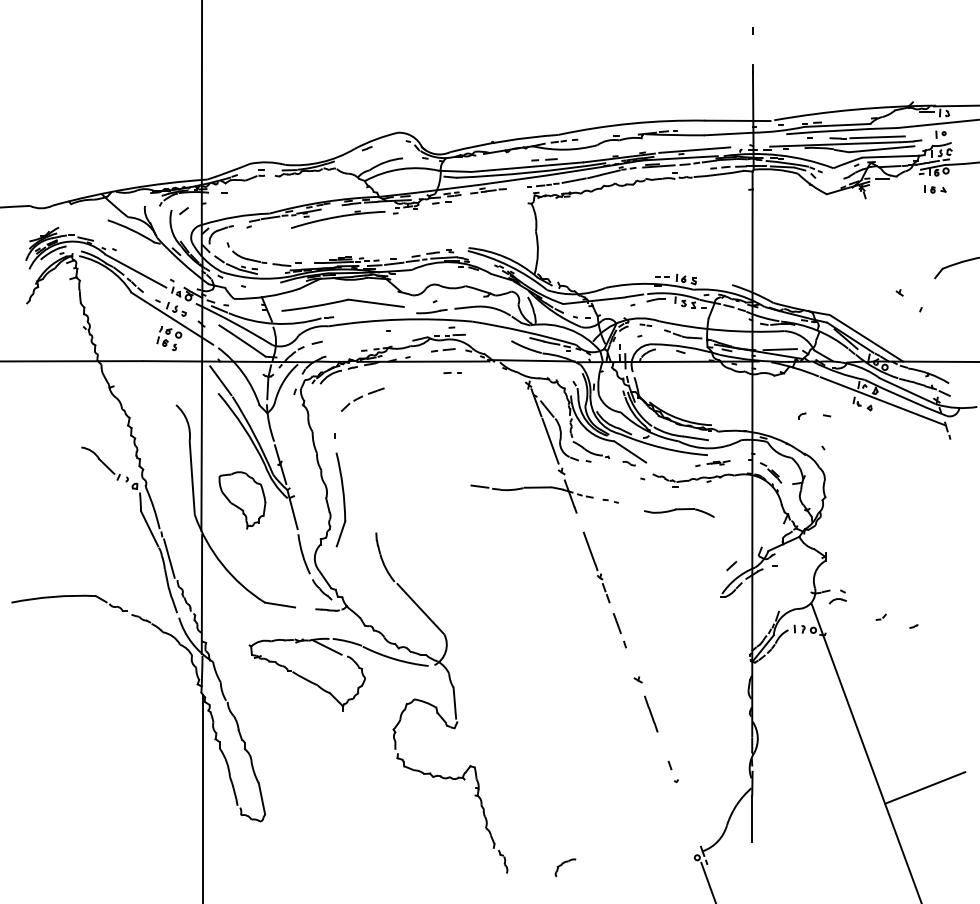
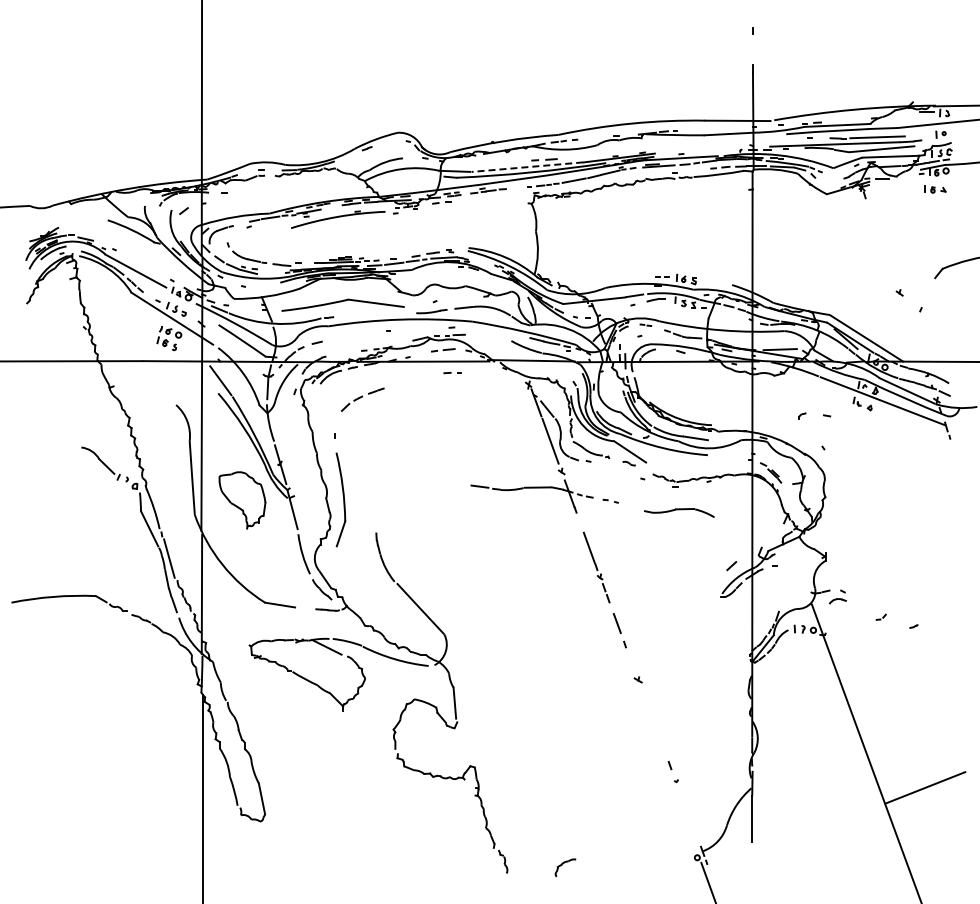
line at (694, 149): present -> none
line at (527, 167): solid -> dashed
part at (712, 463): present -> none
line at (651, 713): present -> none
